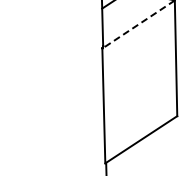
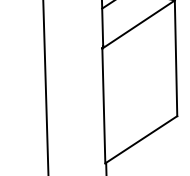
line at (138, 24): dashed -> solid
line at (45, 87): none -> present
